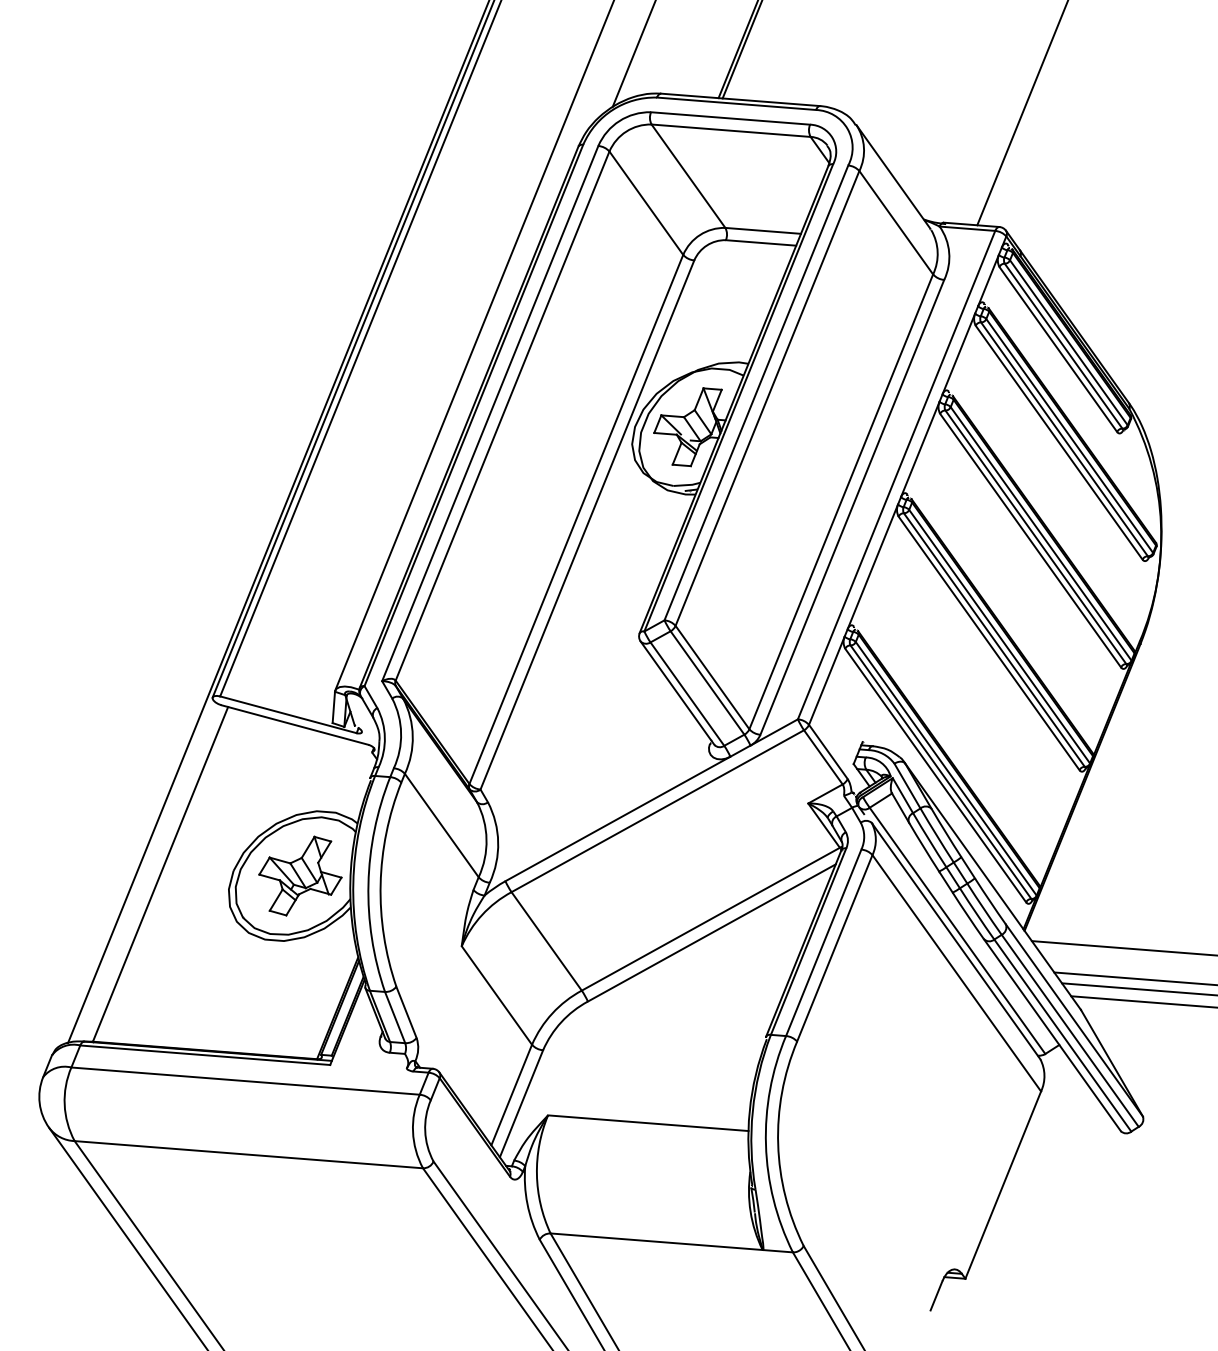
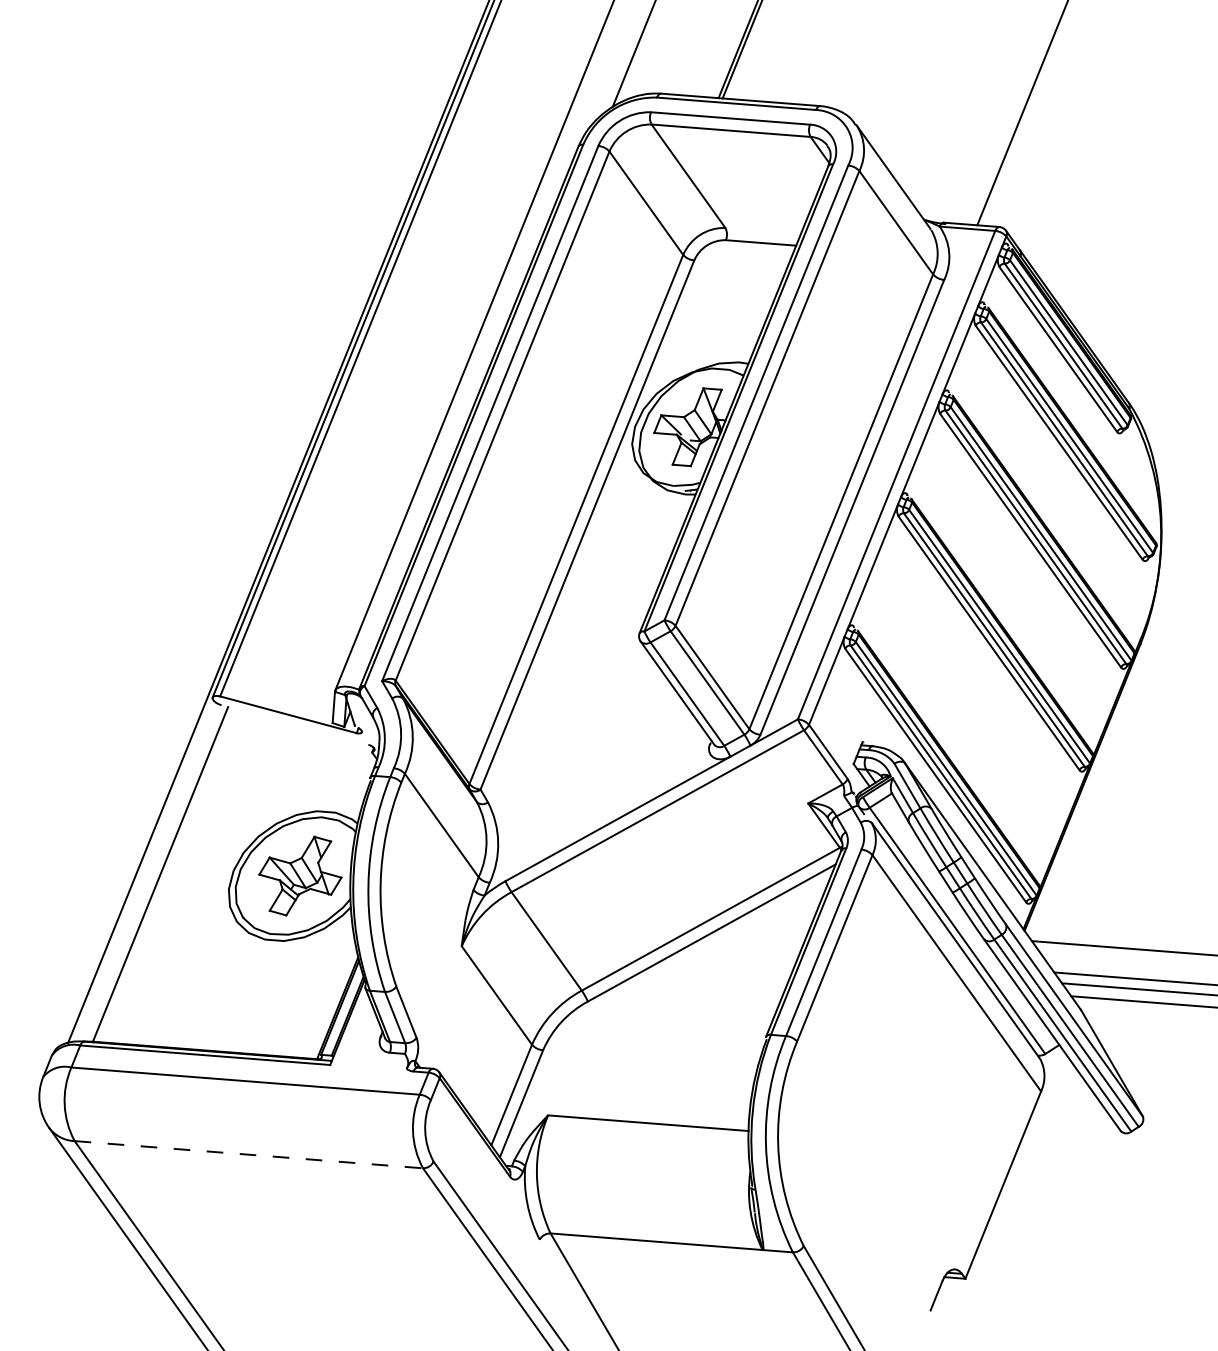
line at (763, 230): present -> none
line at (294, 724): present -> none
line at (248, 1154): solid -> dashed
line at (571, 1293): present -> none
